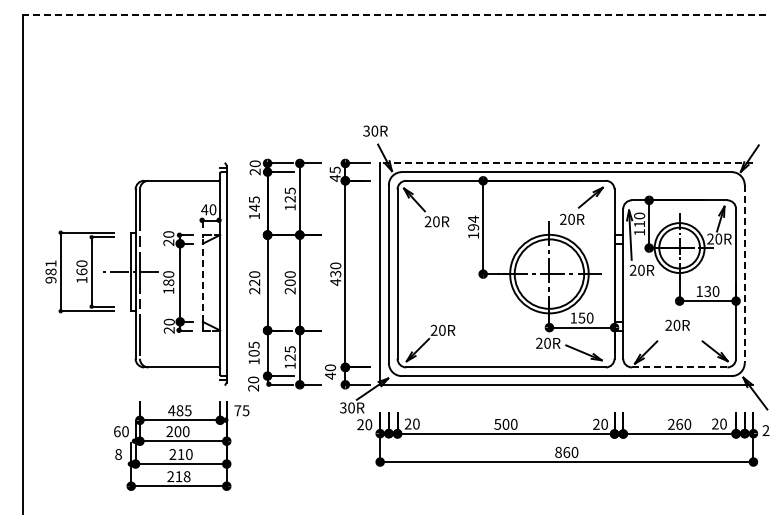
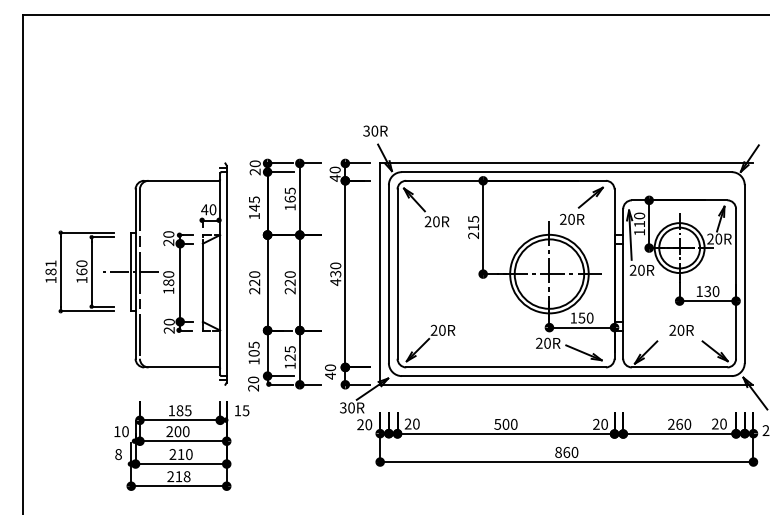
line at (396, 15): dashed -> solid
line at (566, 163): dashed -> solid
text at (334, 169): 45 -> 40
text at (289, 198): 125 -> 165
text at (473, 227): 194 -> 215
line at (744, 274): dashed -> solid
text at (50, 279): 981 -> 181
line at (202, 282): dashed -> solid
text at (290, 282): 200 -> 220
text at (677, 324) position: (677, 324) -> (681, 329)
line at (679, 367): dashed -> solid
text at (171, 410): 485 -> 185
text at (237, 410): 75 -> 15
text at (117, 431): 60 -> 10
